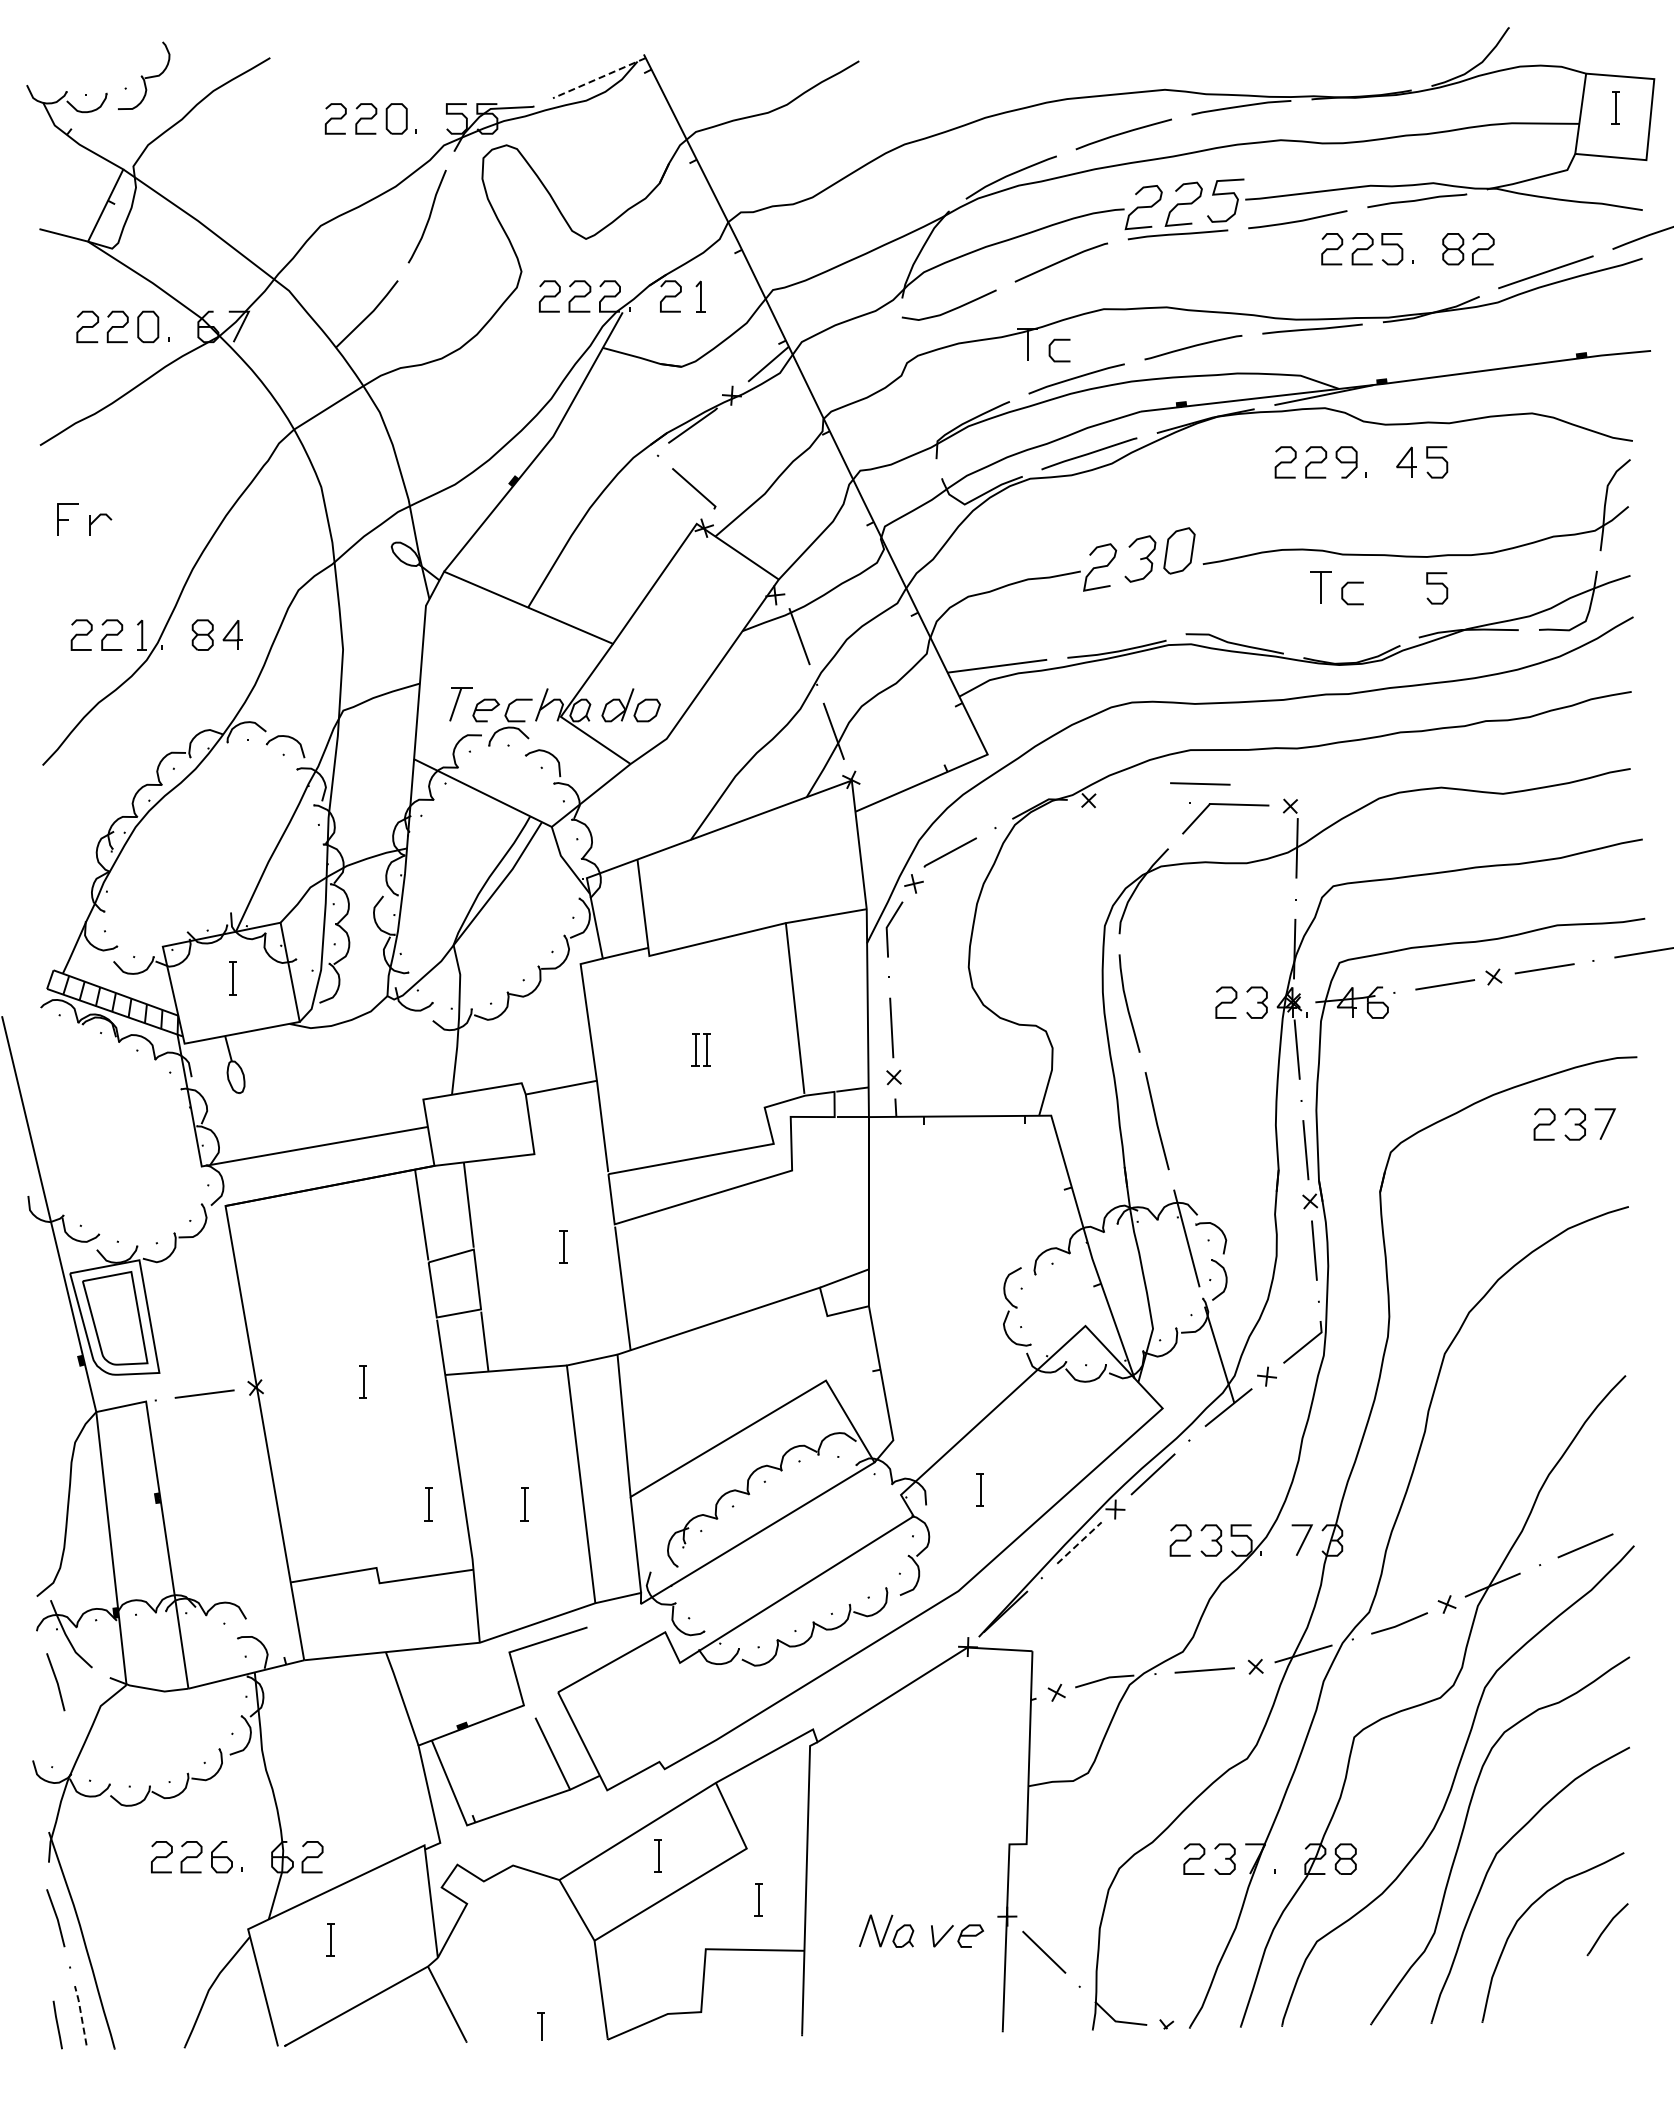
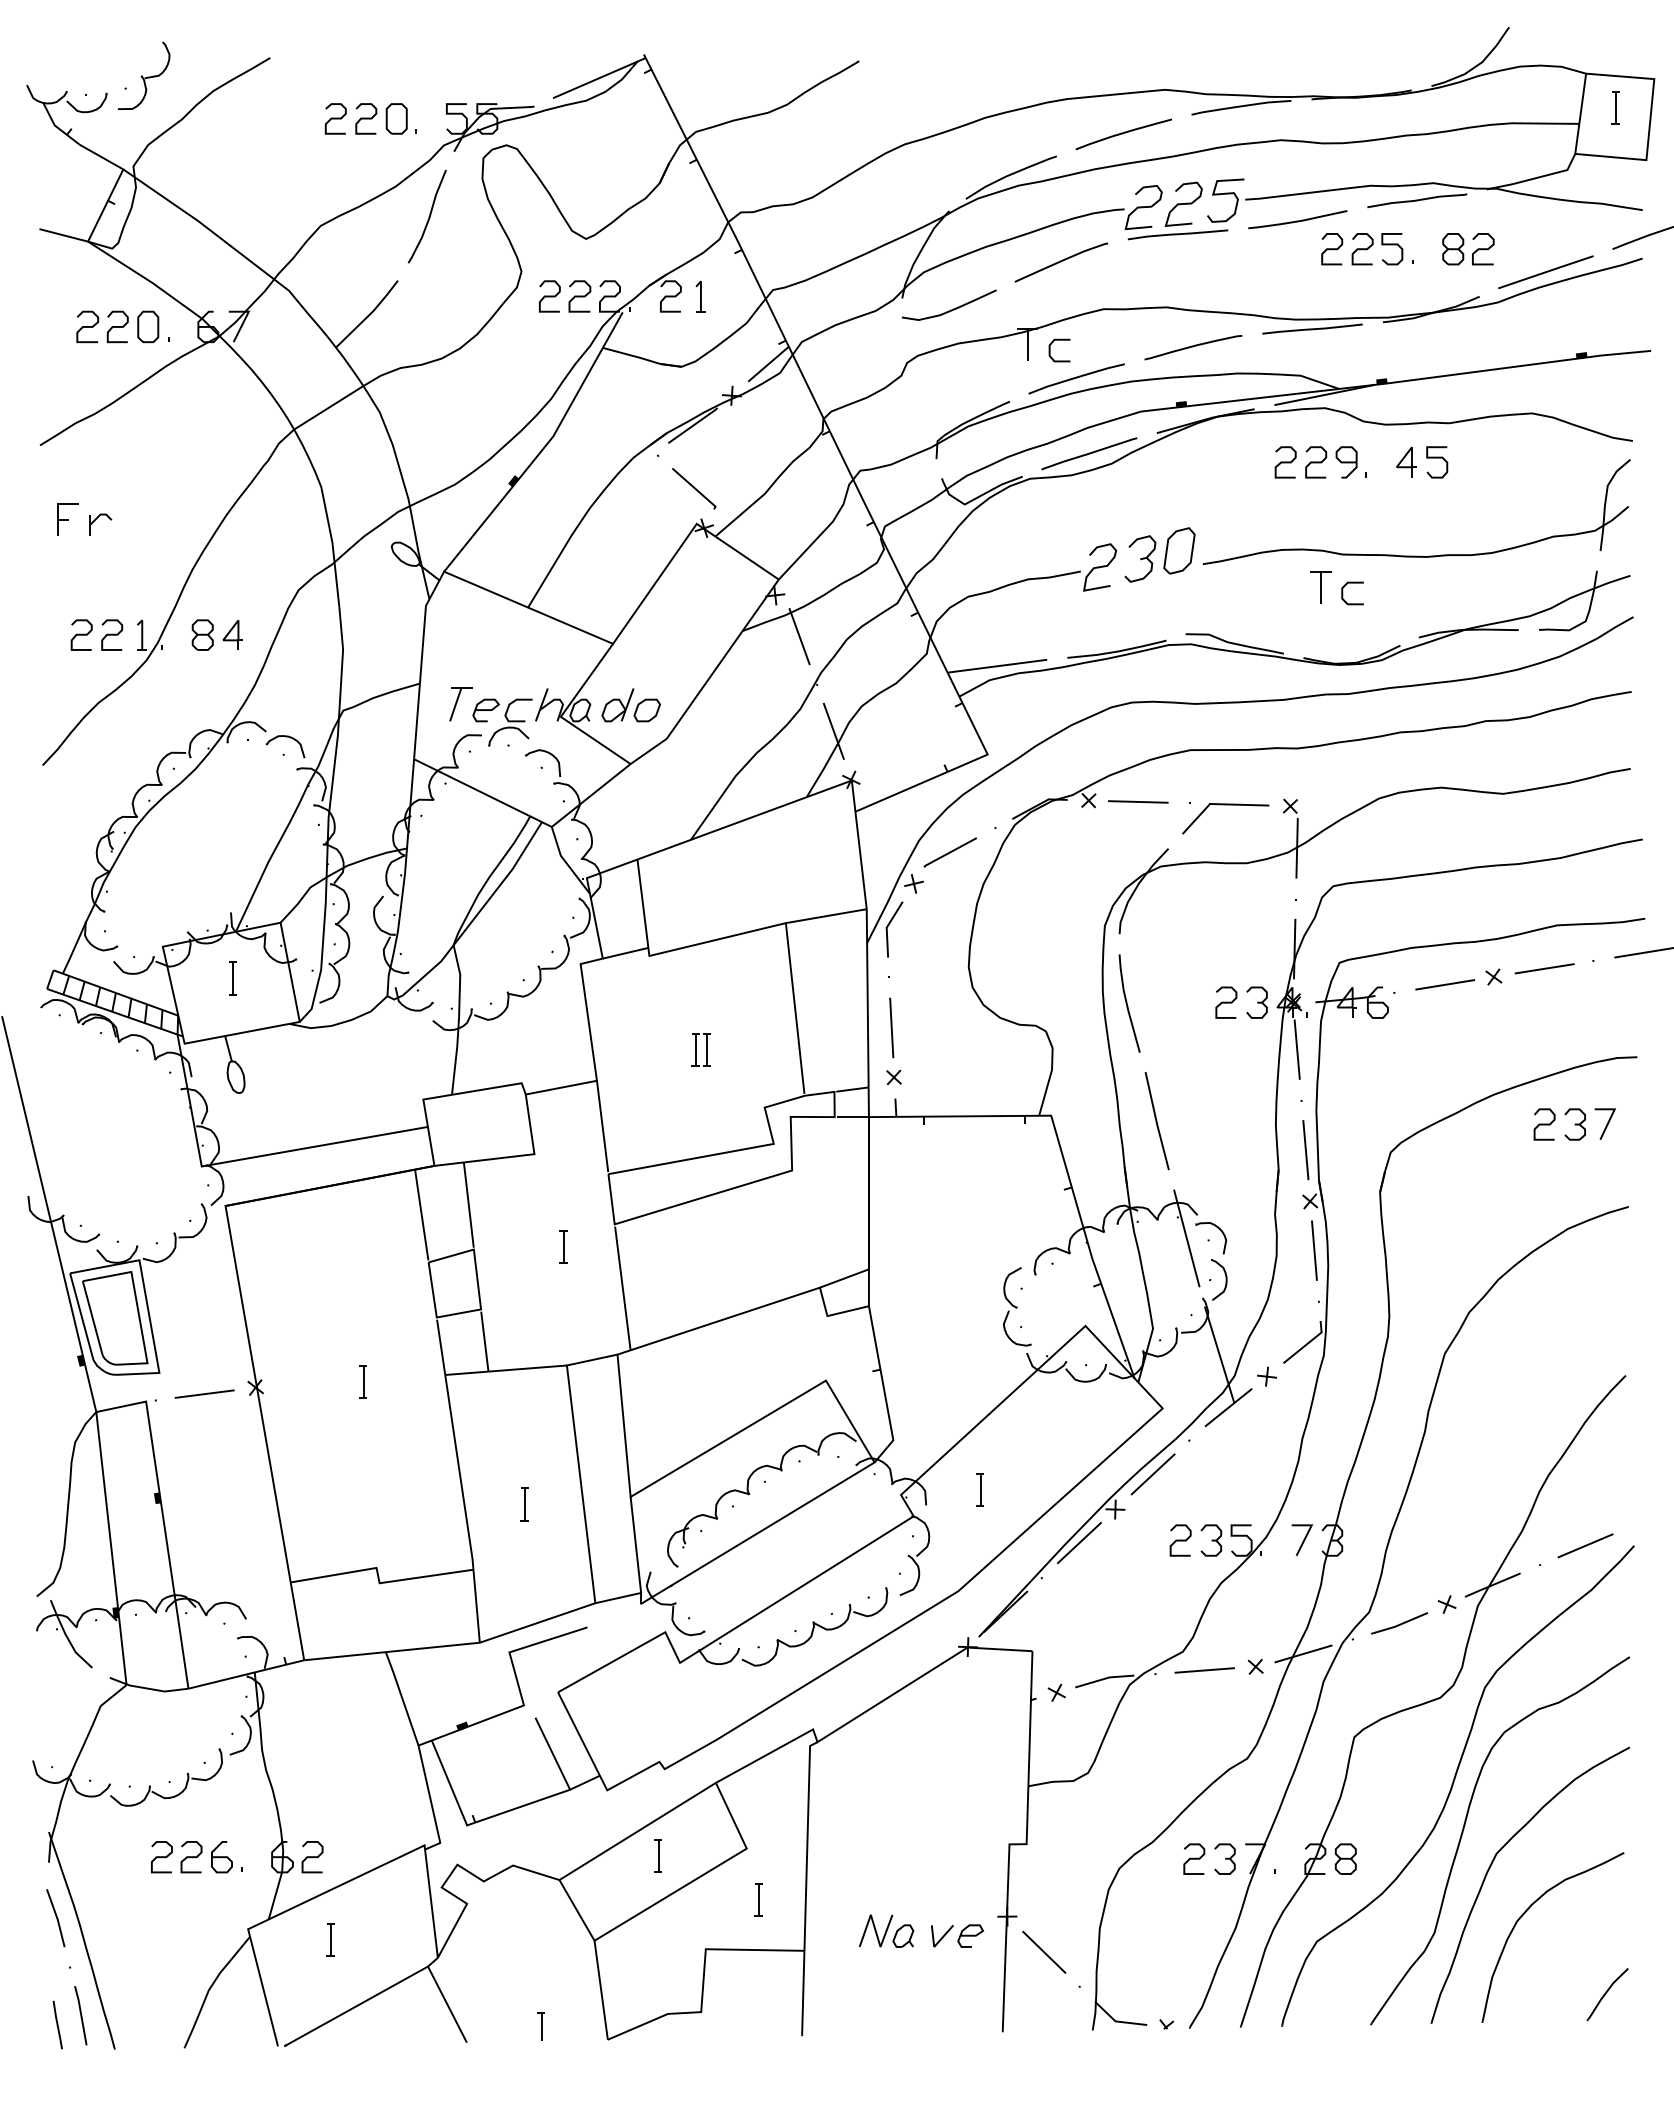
line at (599, 78): dashed -> solid
curve at (1437, 584): present -> none
line at (1200, 783) position: (1200, 783) -> (1138, 801)
part at (428, 1504): present -> none
line at (1079, 1542): dashed -> solid
line at (56, 1682): present -> none
part at (1607, 1929) position: (1607, 1929) -> (1607, 1994)
line at (81, 2014): dashed -> solid
